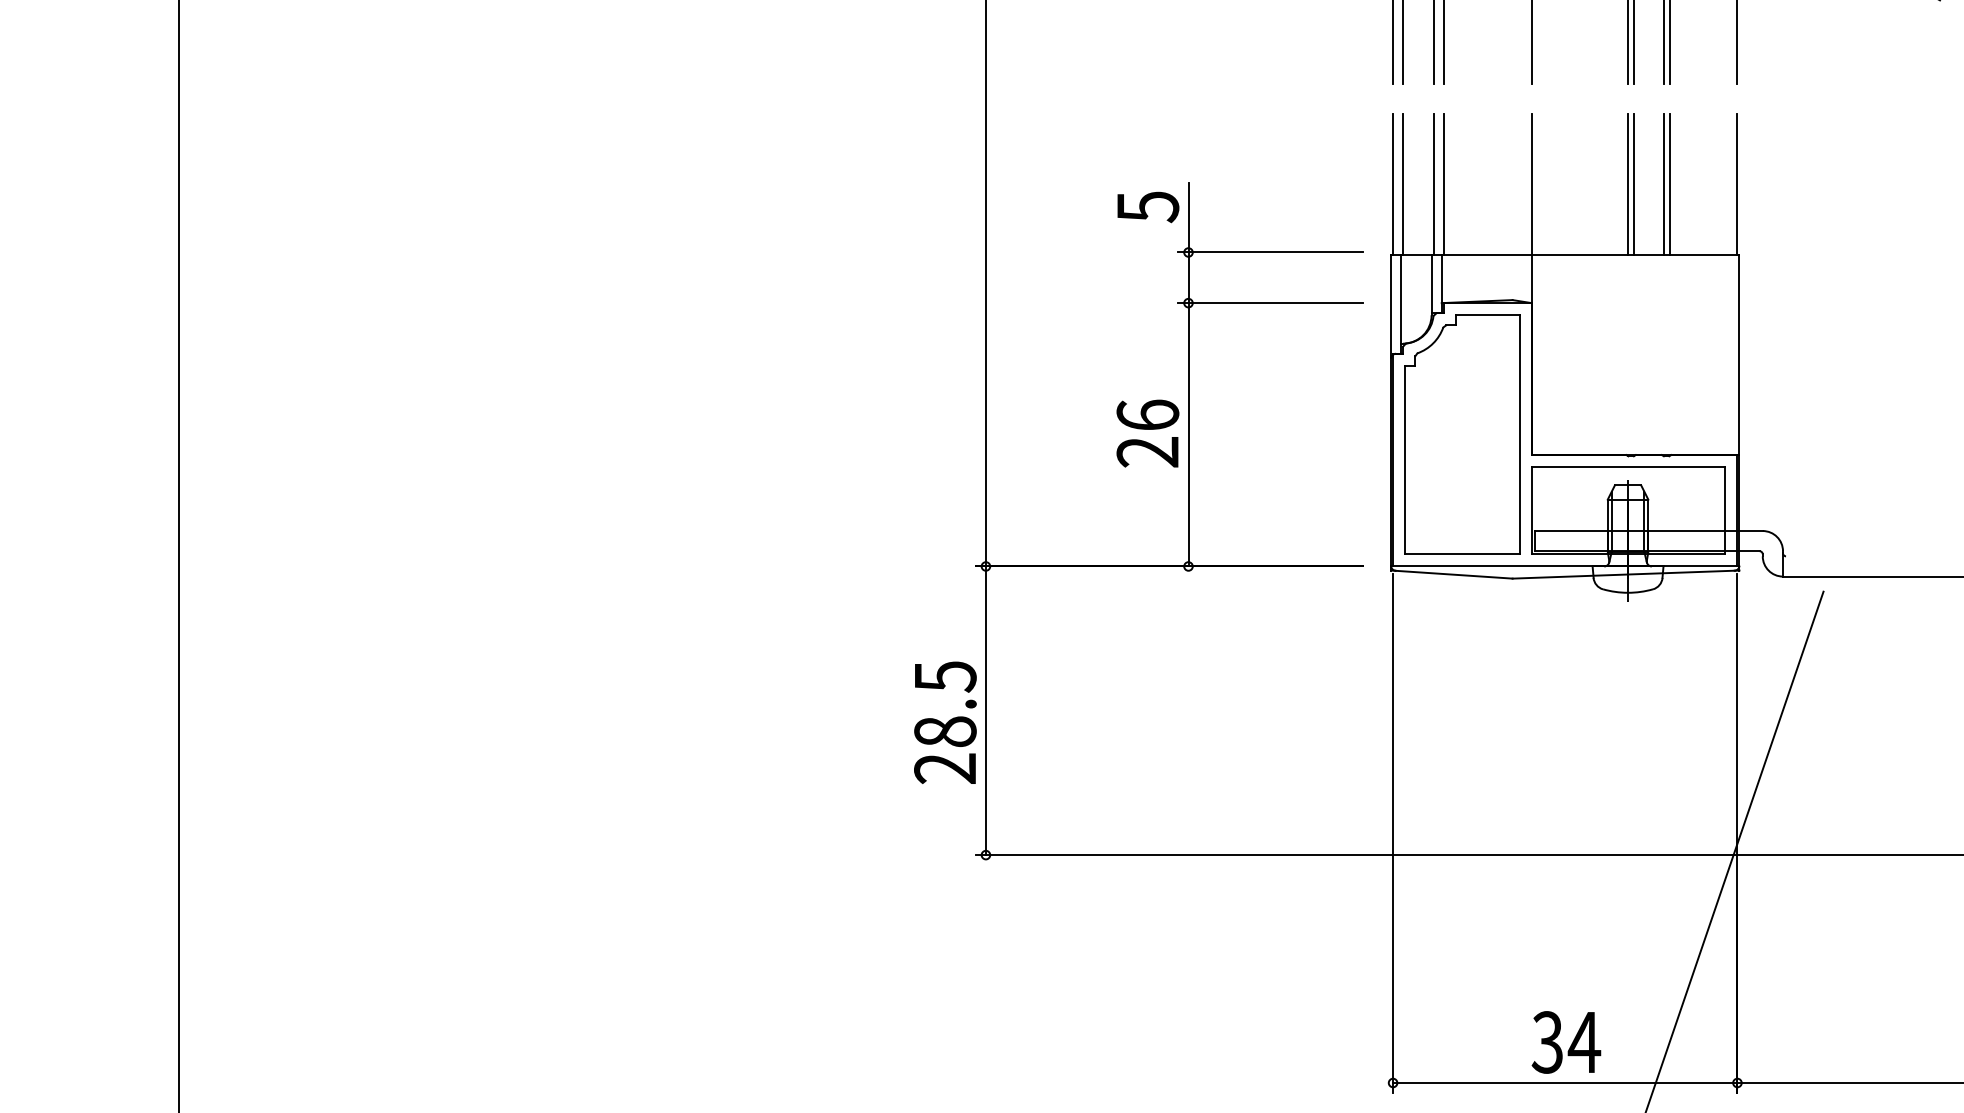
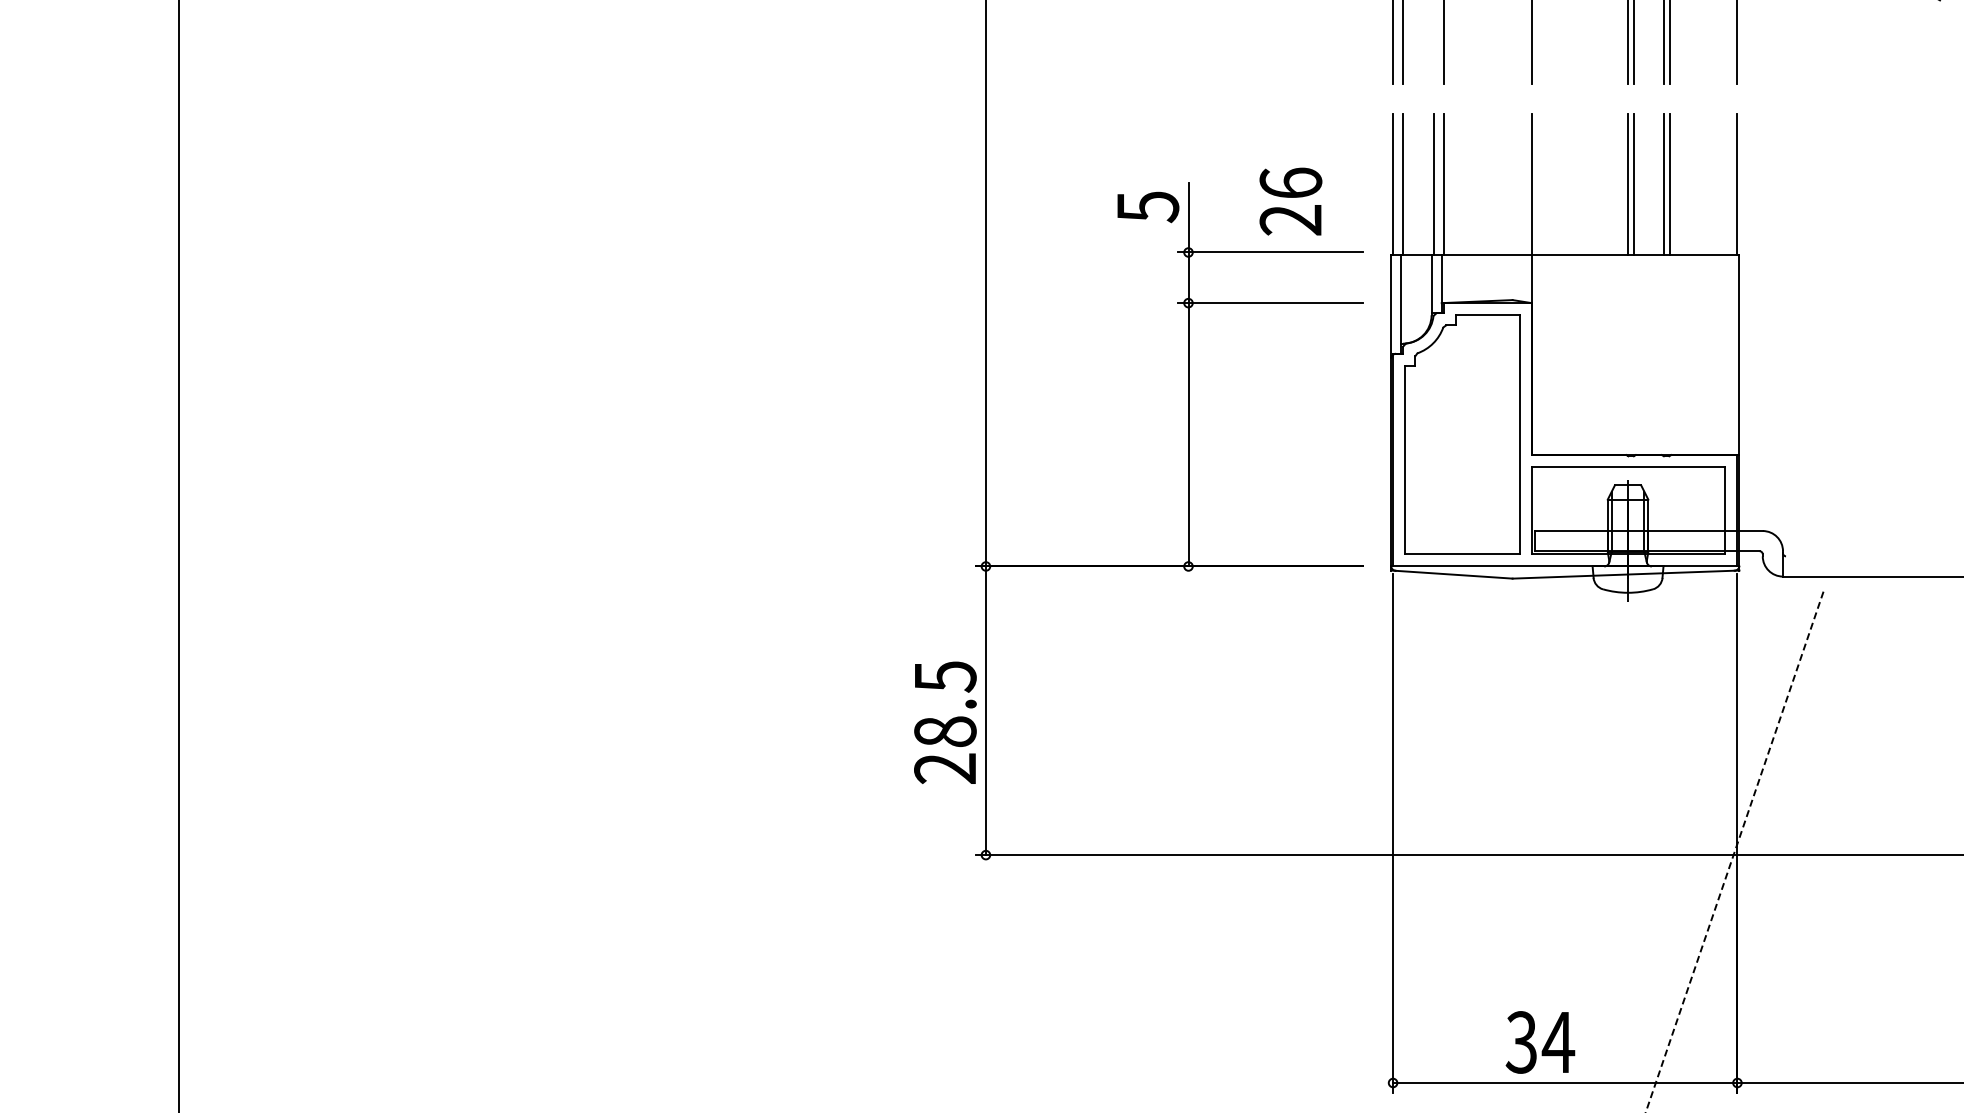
line at (1433, 42): present -> none
text at (1147, 433) position: (1147, 433) -> (1290, 201)
line at (1734, 852): solid -> dashed
text at (1566, 1042) position: (1566, 1042) -> (1540, 1042)
